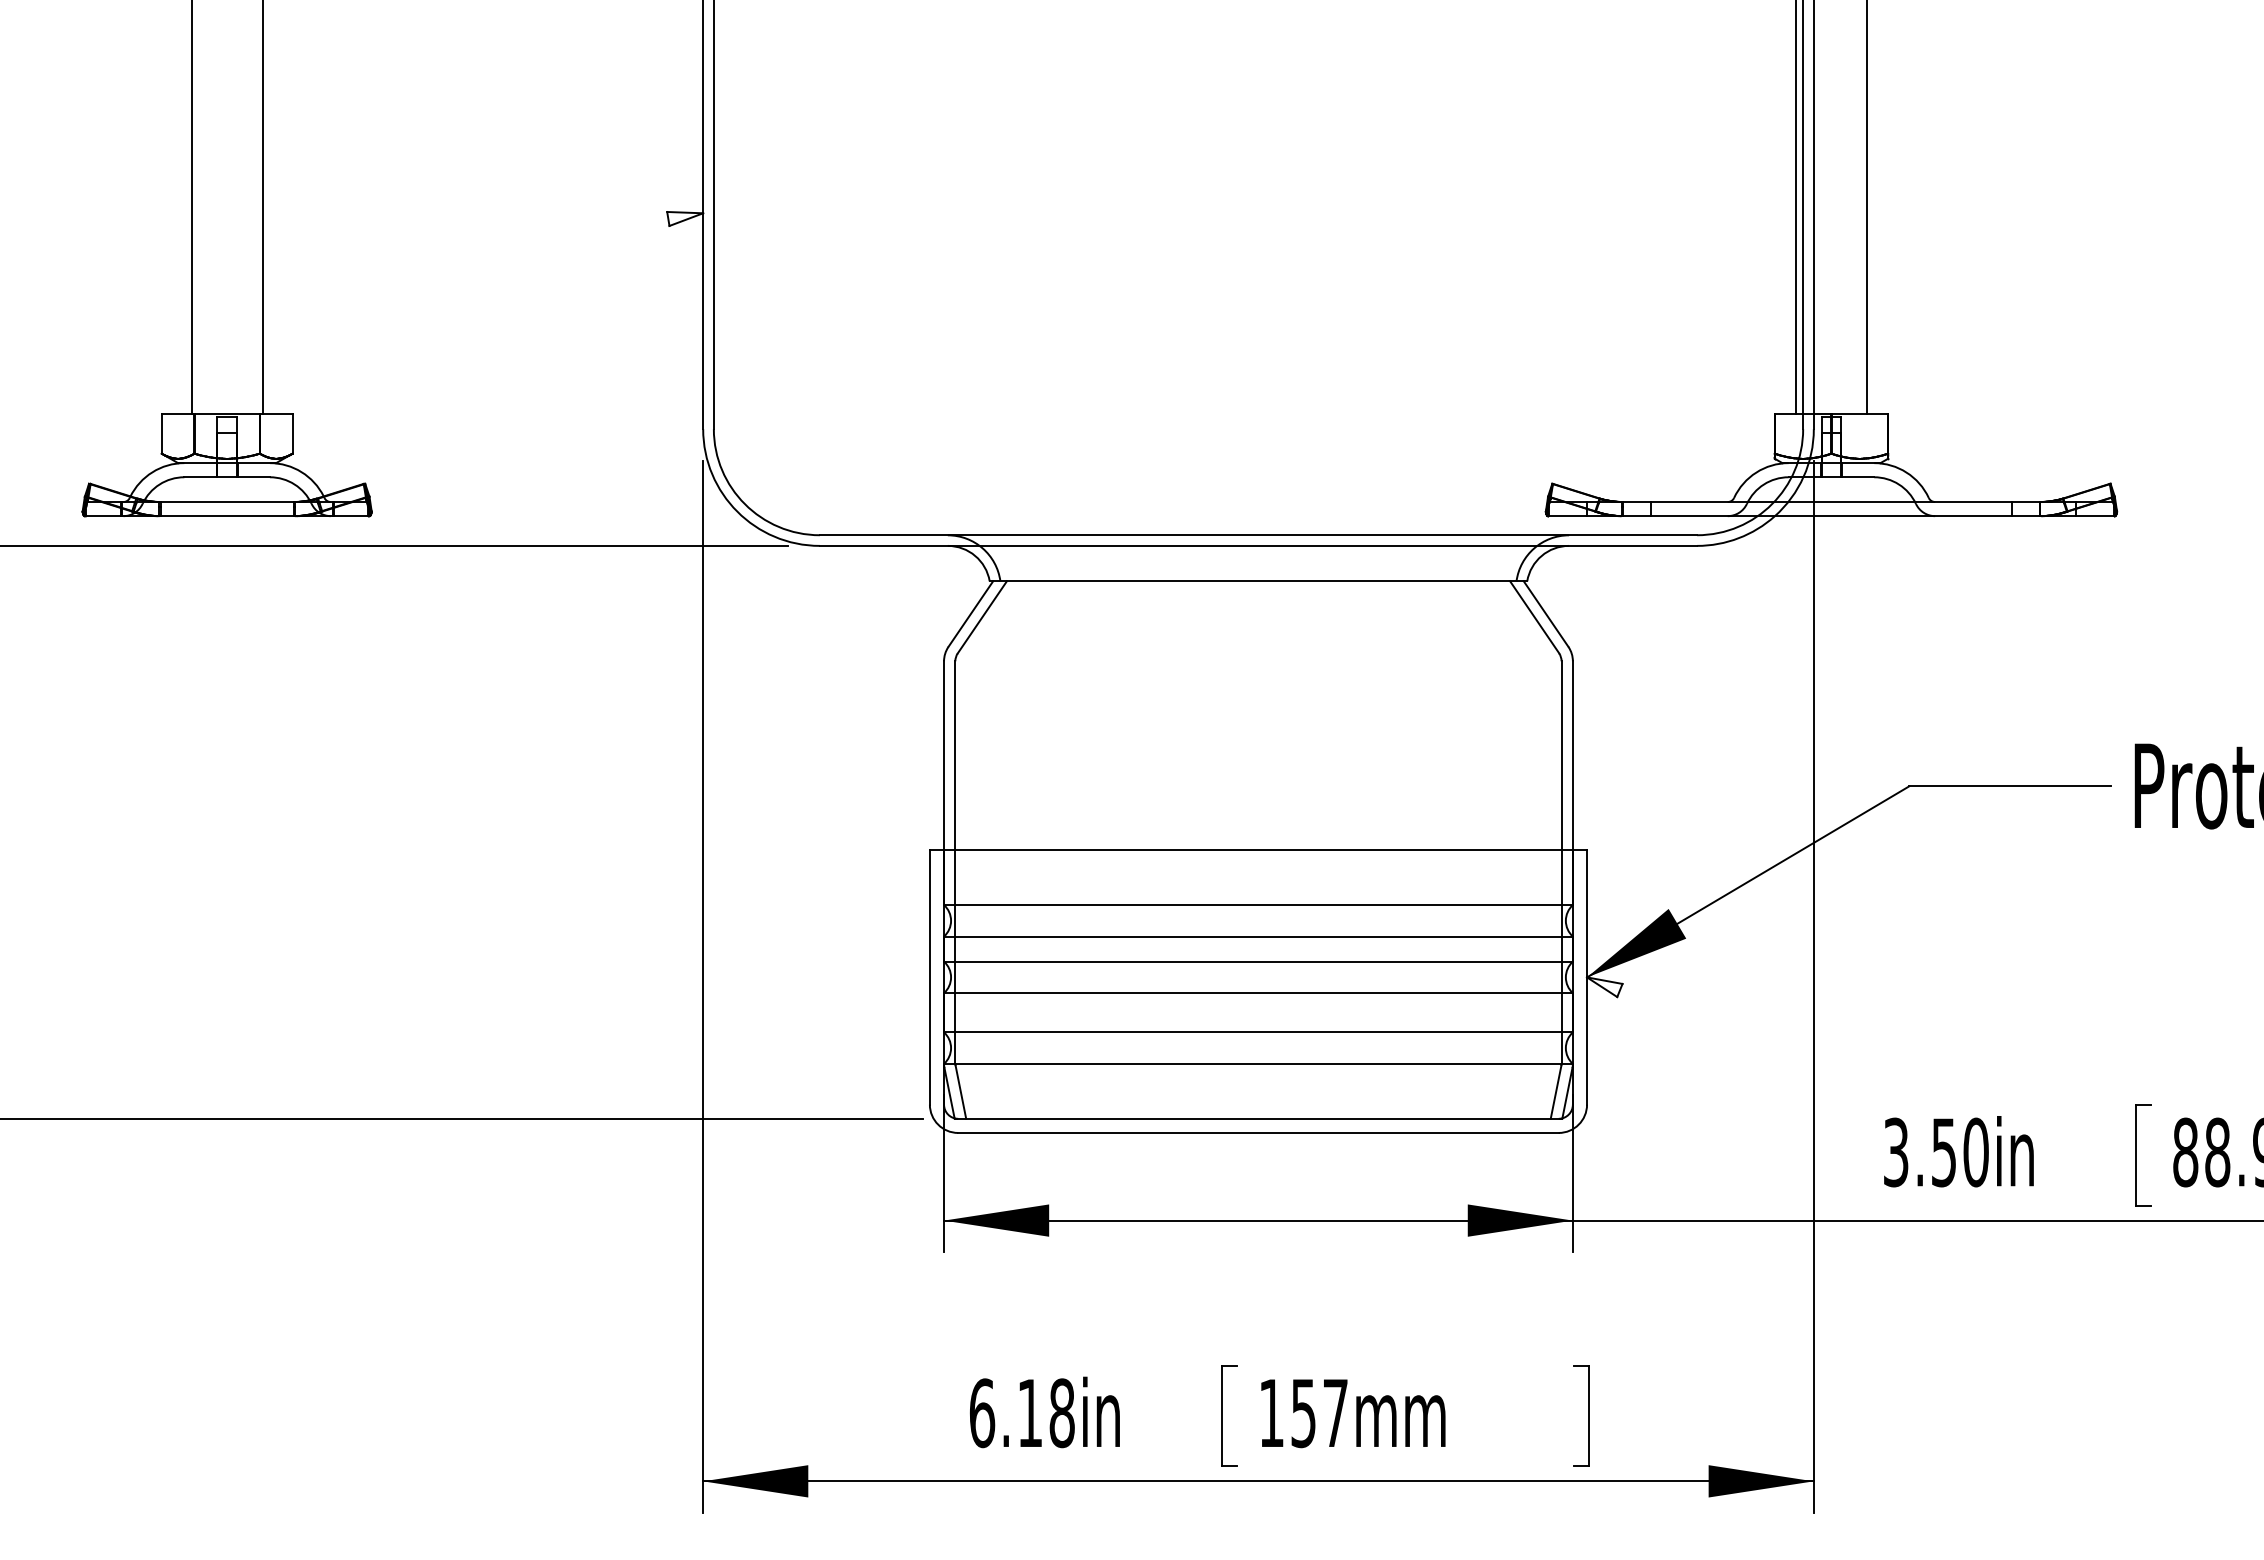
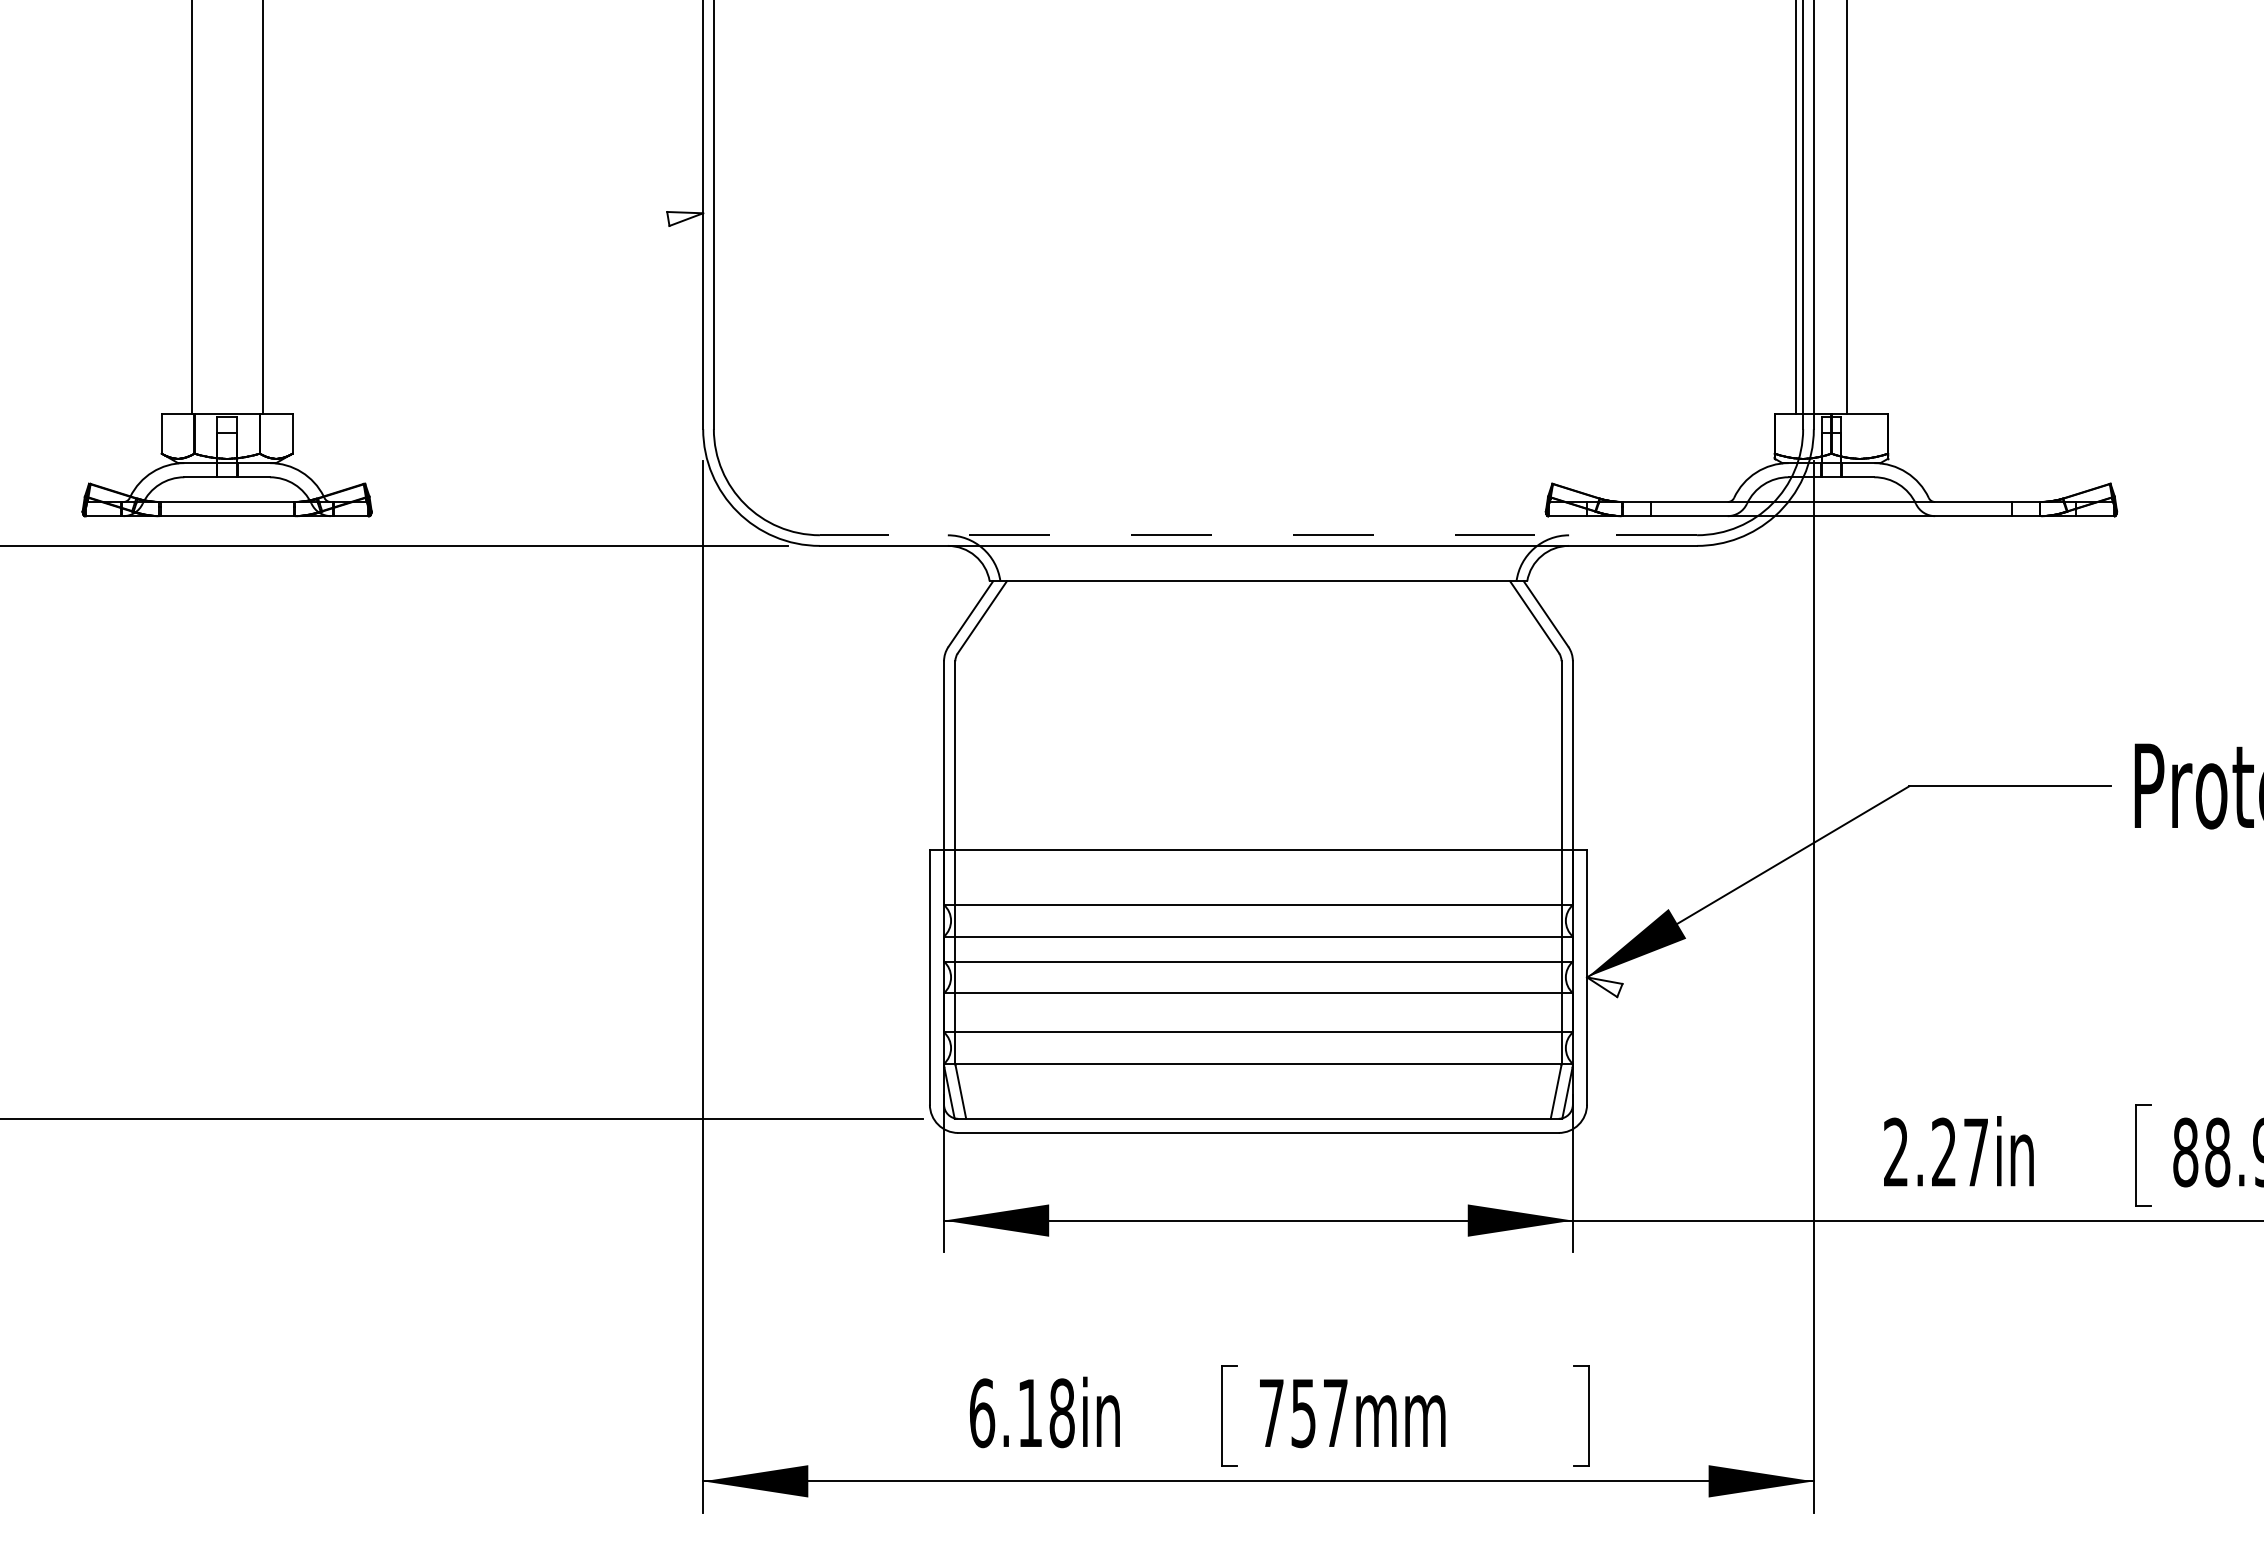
line at (1866, 207) position: (1866, 207) -> (1846, 207)
line at (1258, 535): solid -> dashed
text at (1936, 1152): 3.50in -> 2.27in
text at (1271, 1412): 157mm -> 757mm
